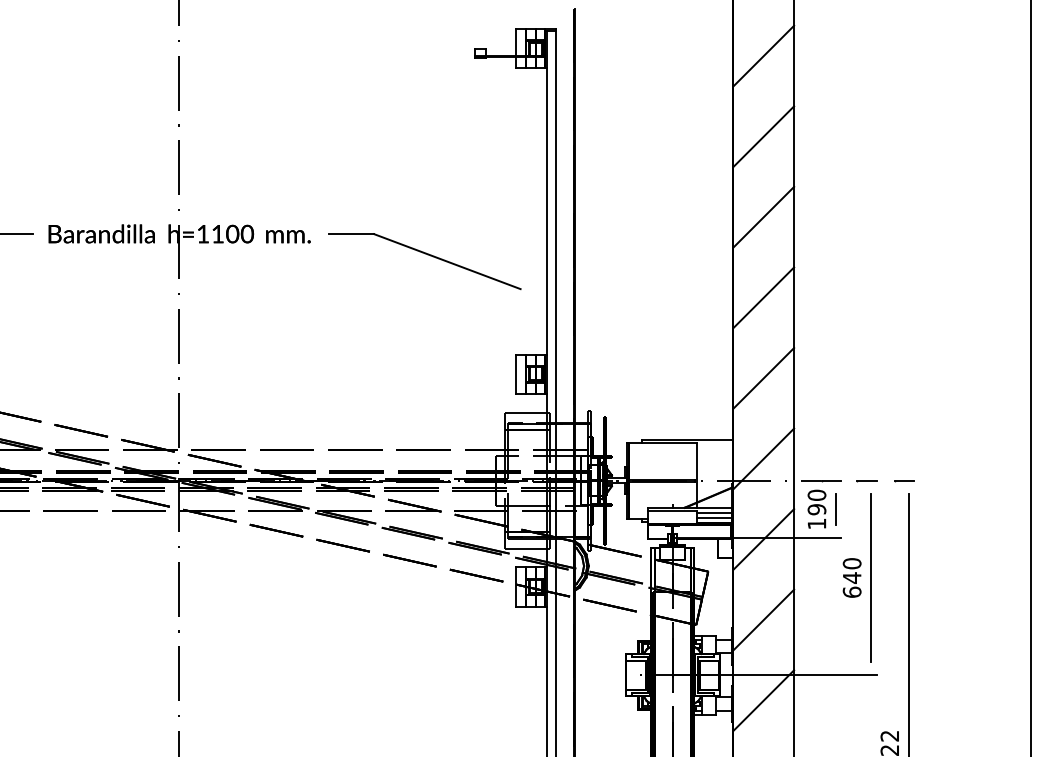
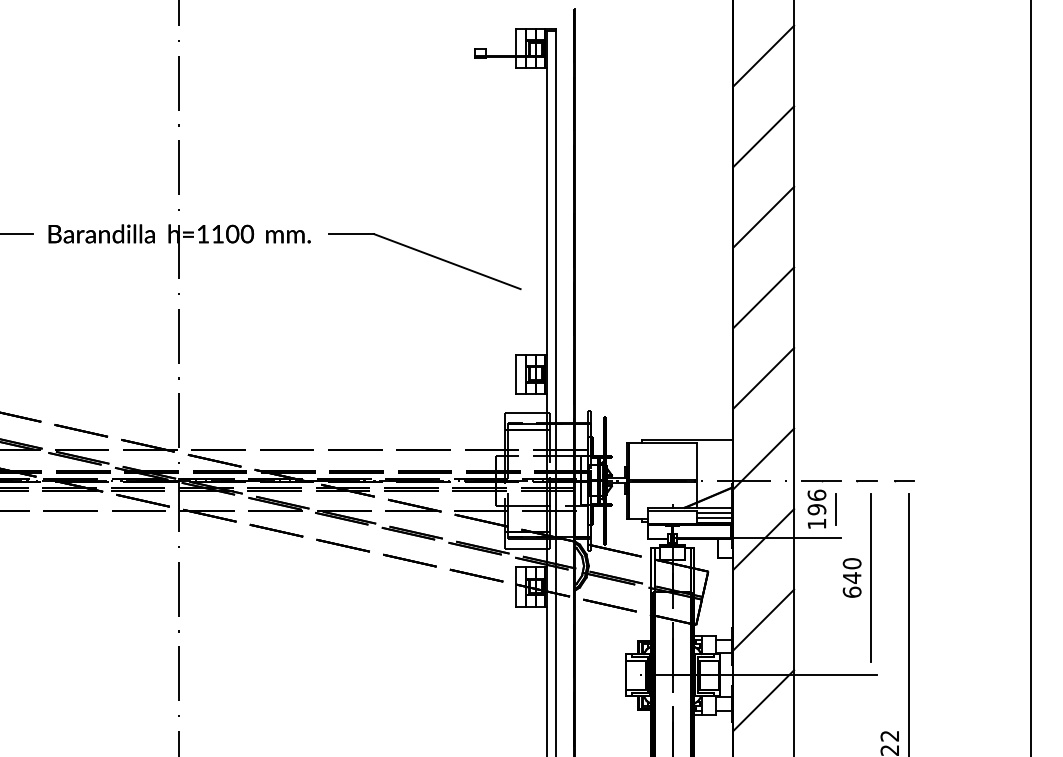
text at (816, 494): 190 -> 196
